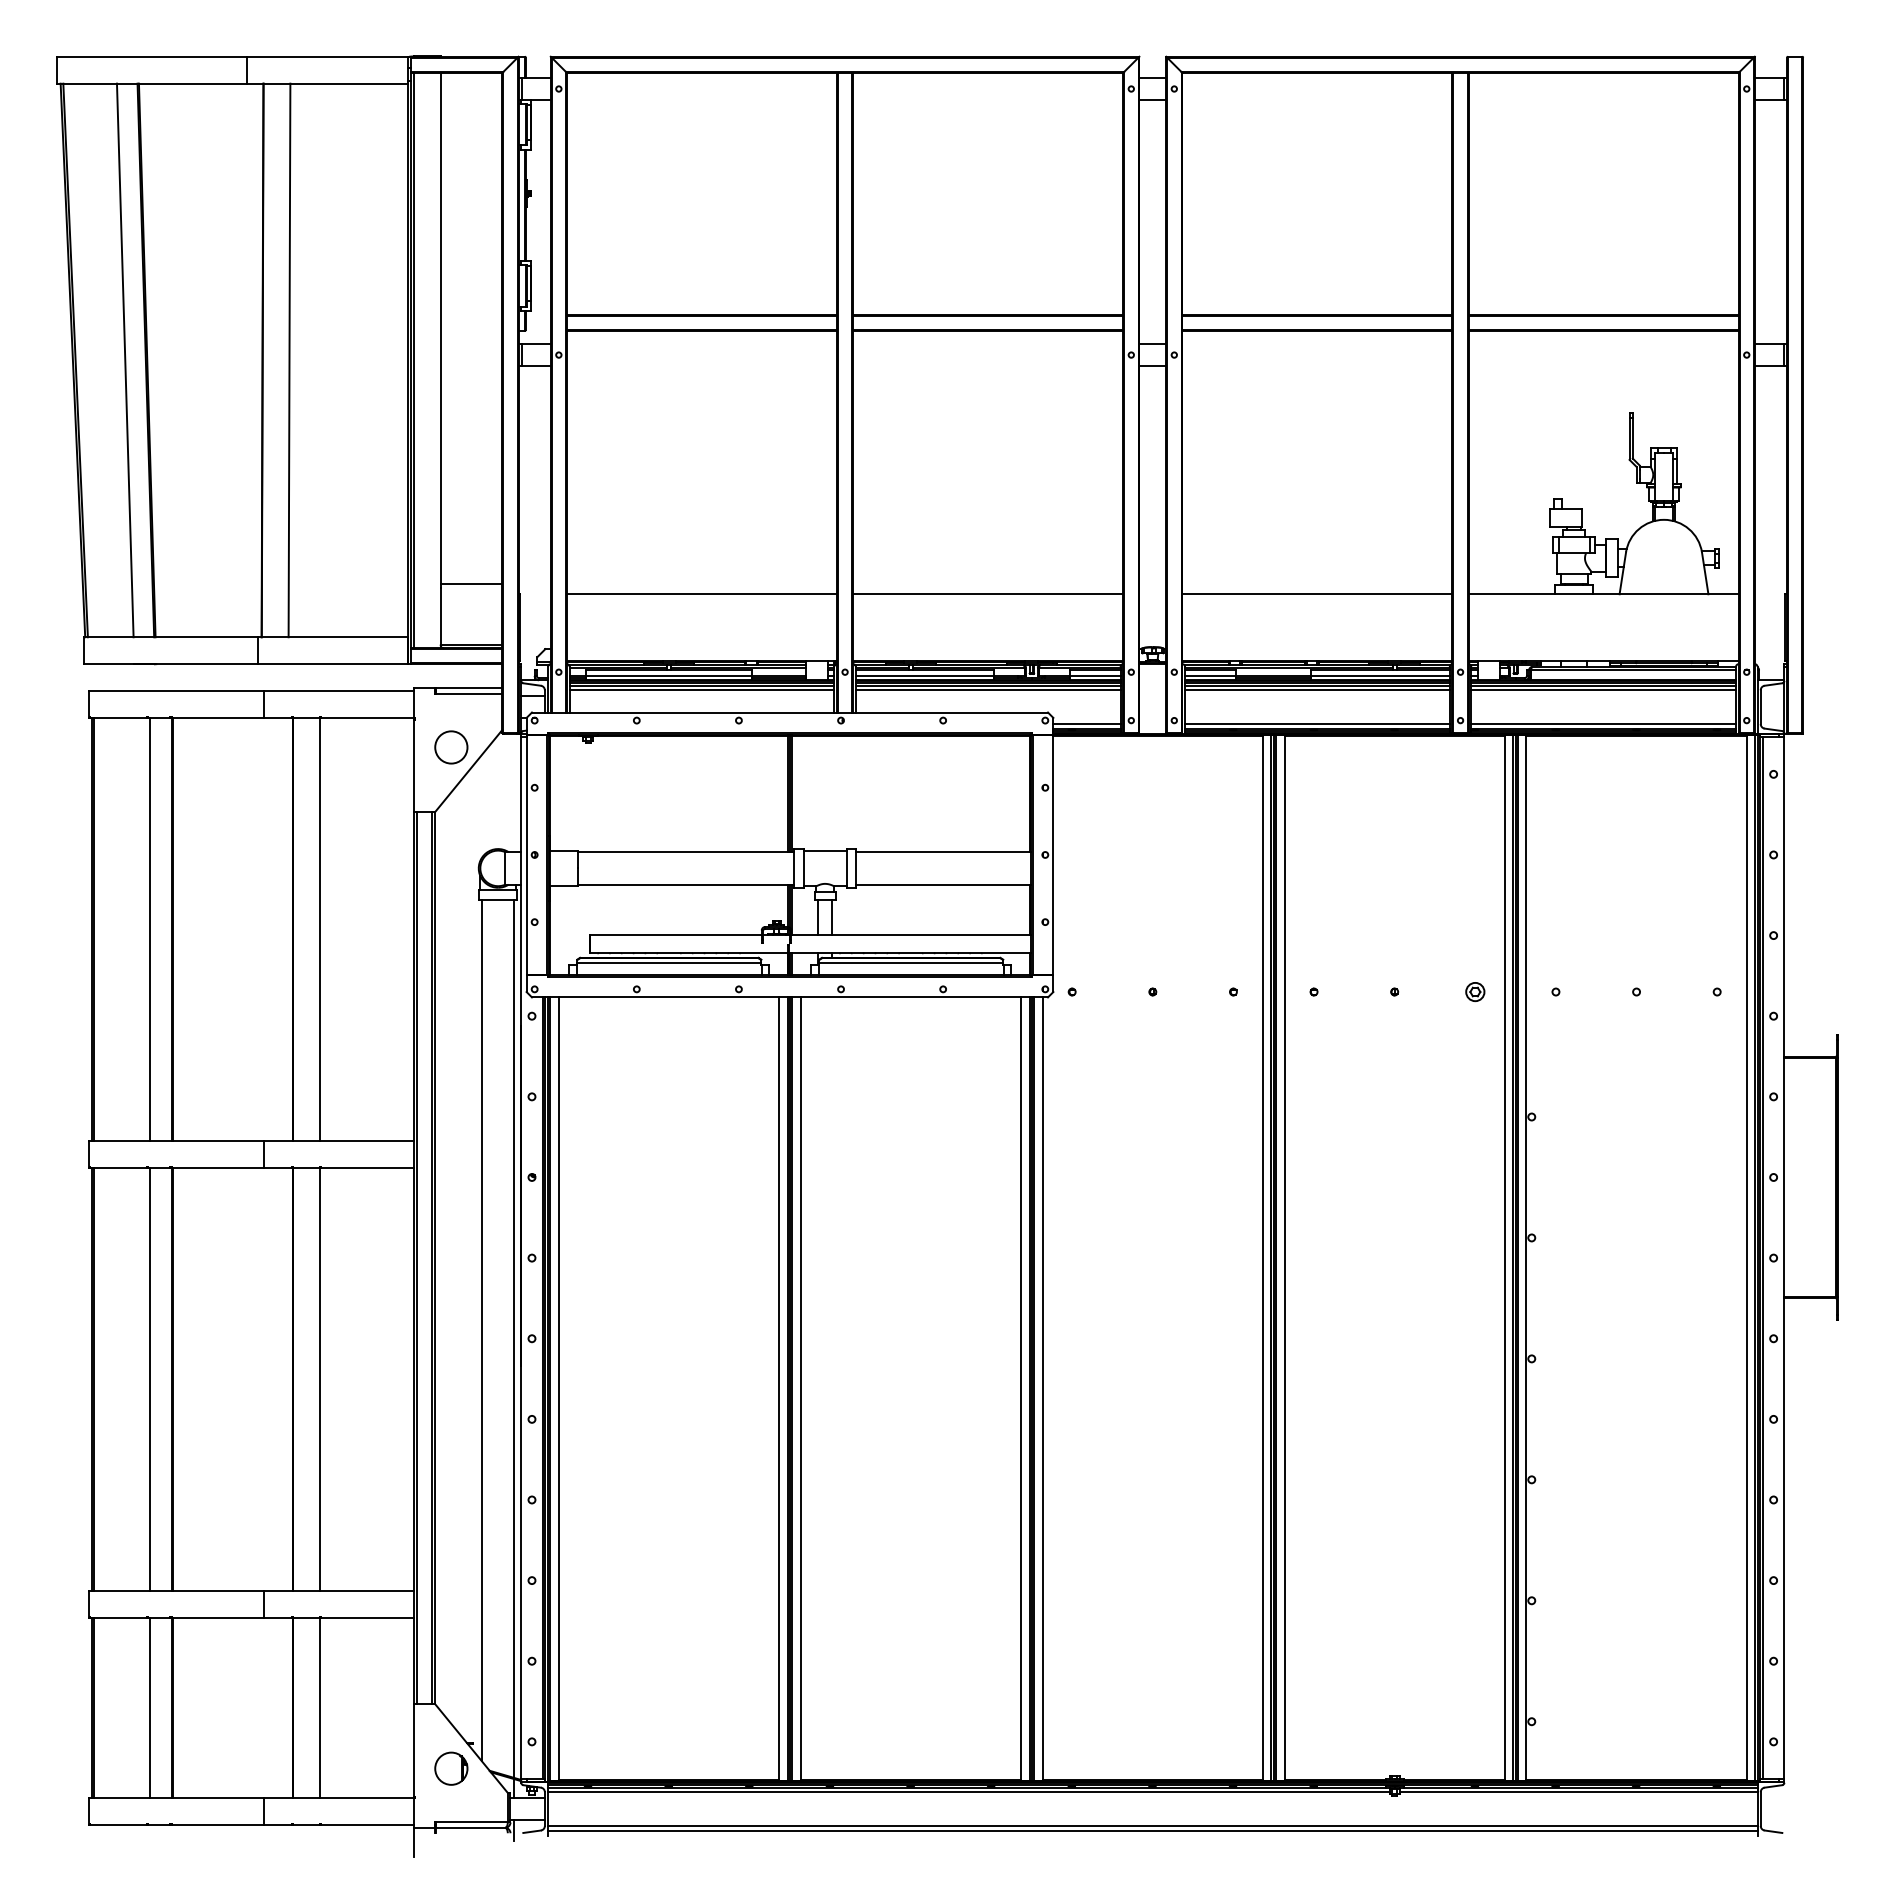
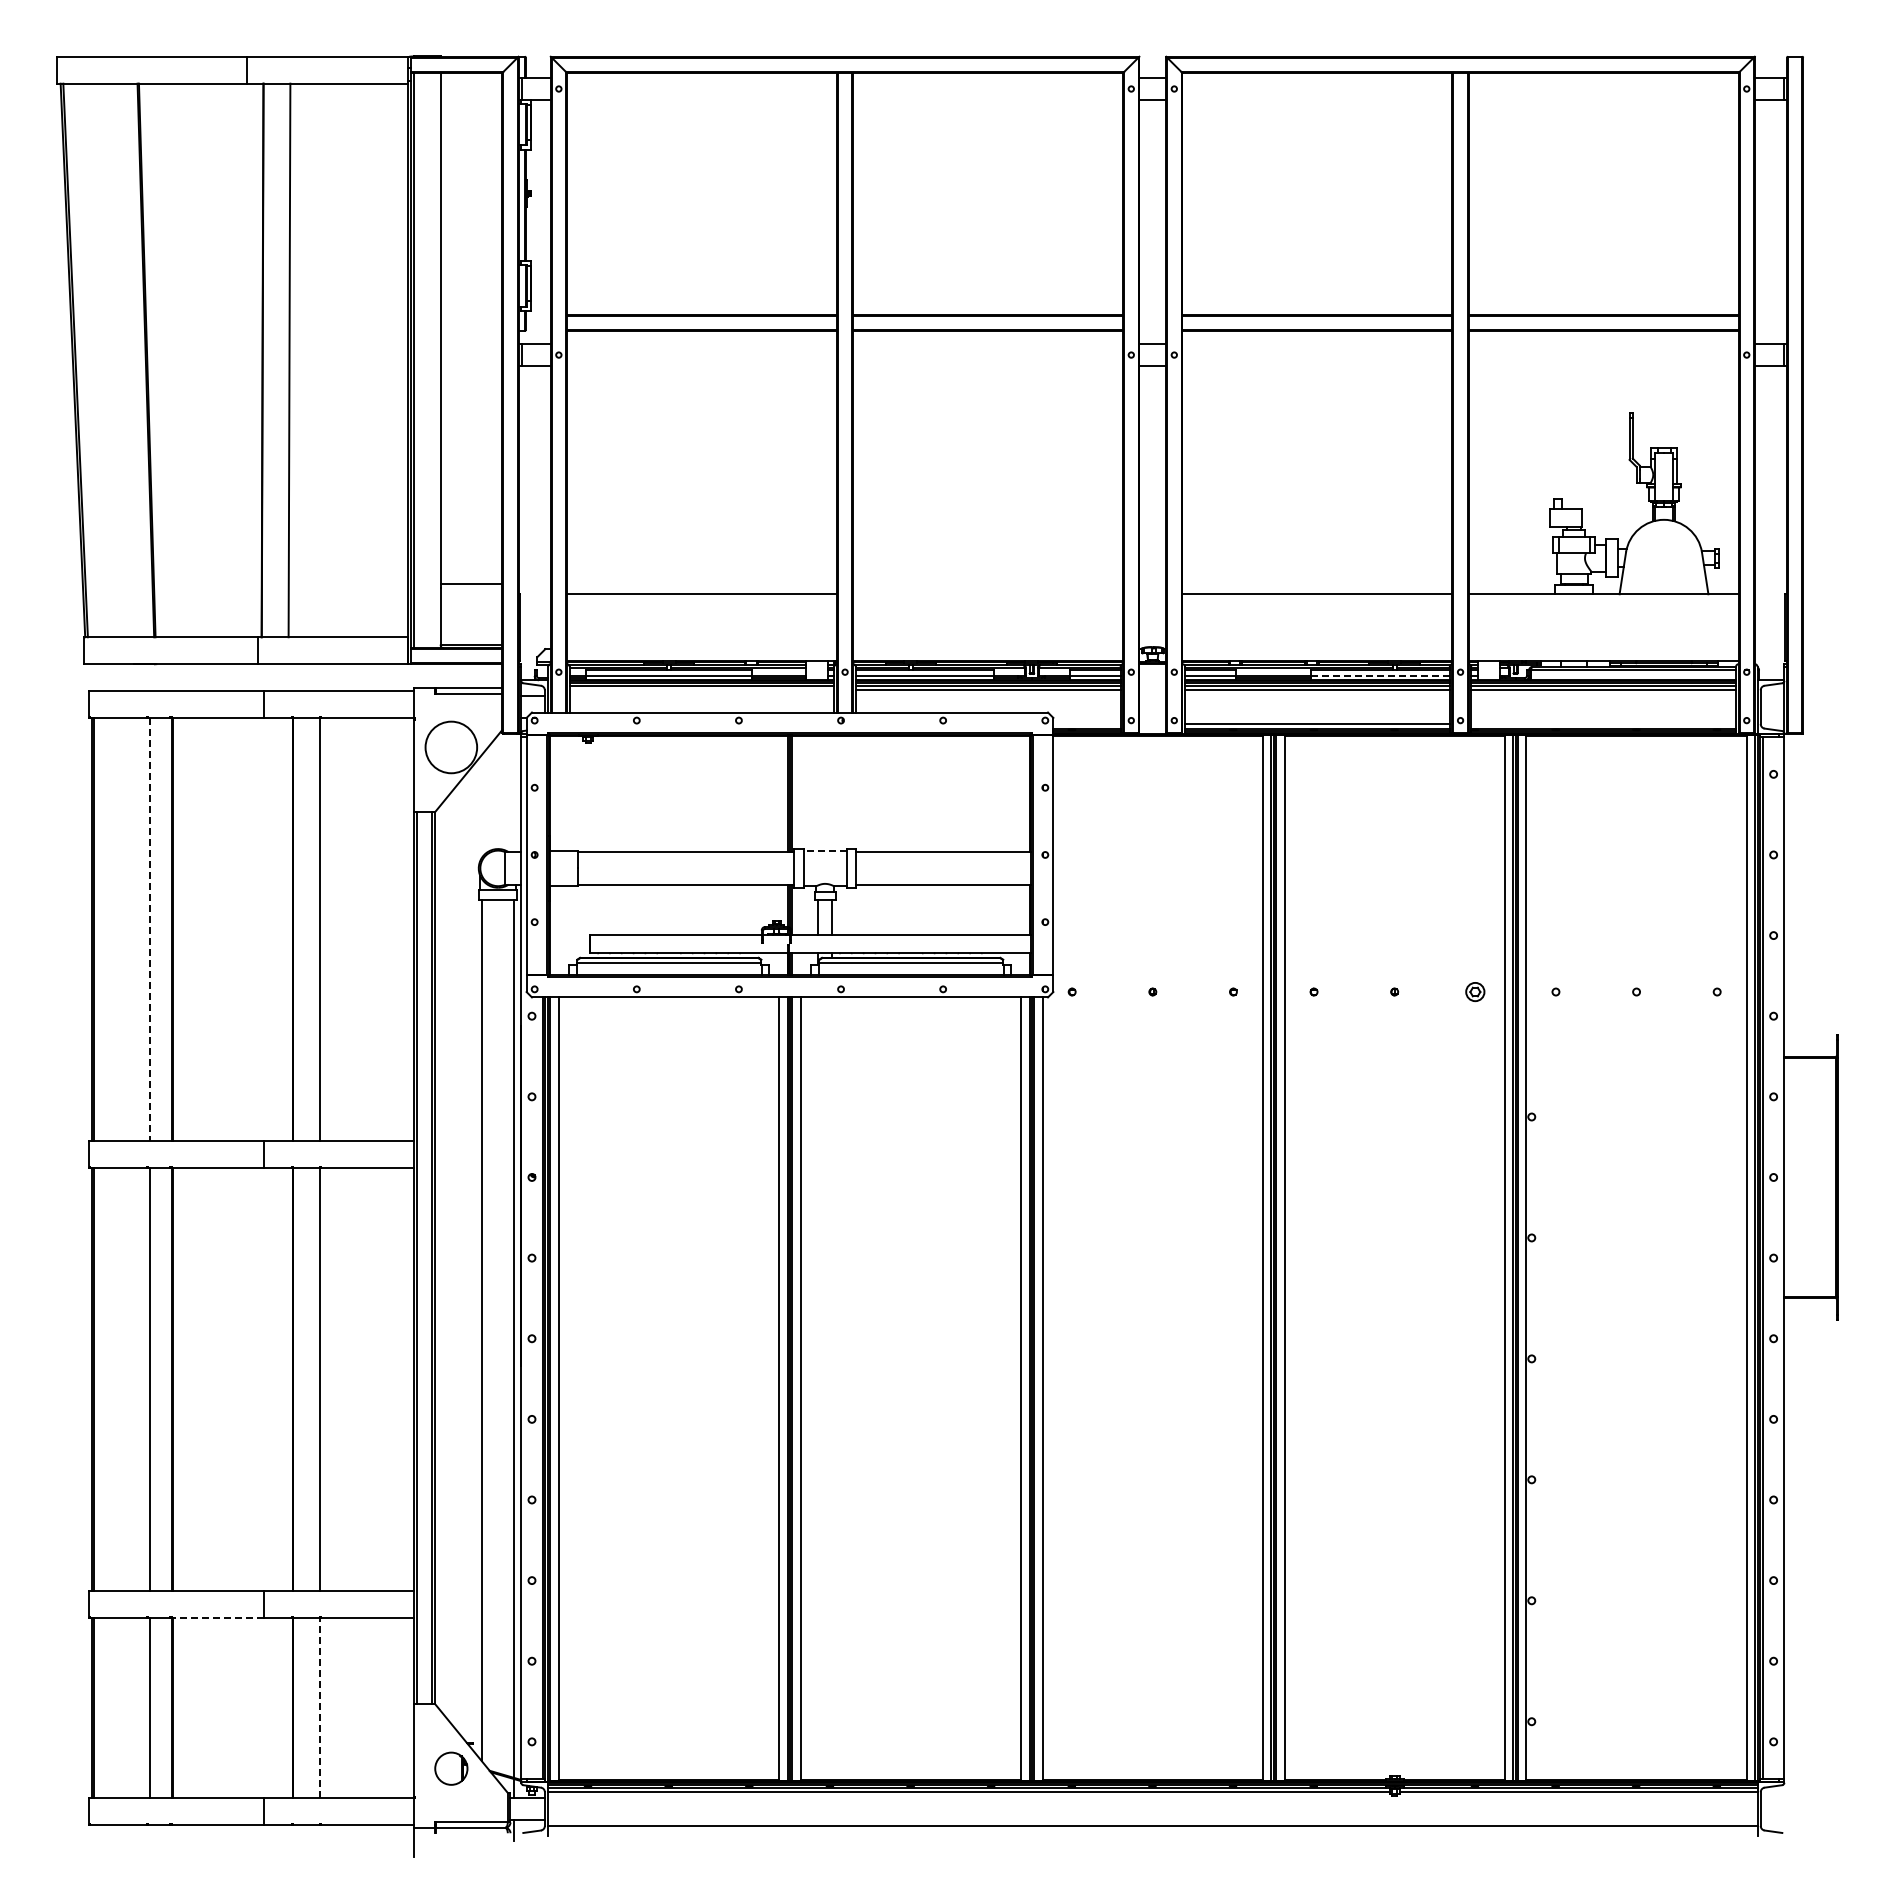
line at (124, 360): present -> none
line at (988, 594): present -> none
line at (1380, 675): solid -> dashed
line at (701, 690): present -> none
line at (1086, 724): present -> none
line at (1603, 724): present -> none
circle at (451, 747) diameter: 32 px -> 52 px
line at (825, 850): solid -> dashed
line at (149, 929): solid -> dashed
line at (217, 1617): solid -> dashed
line at (320, 1707): solid -> dashed
line at (1152, 1830): present -> none
